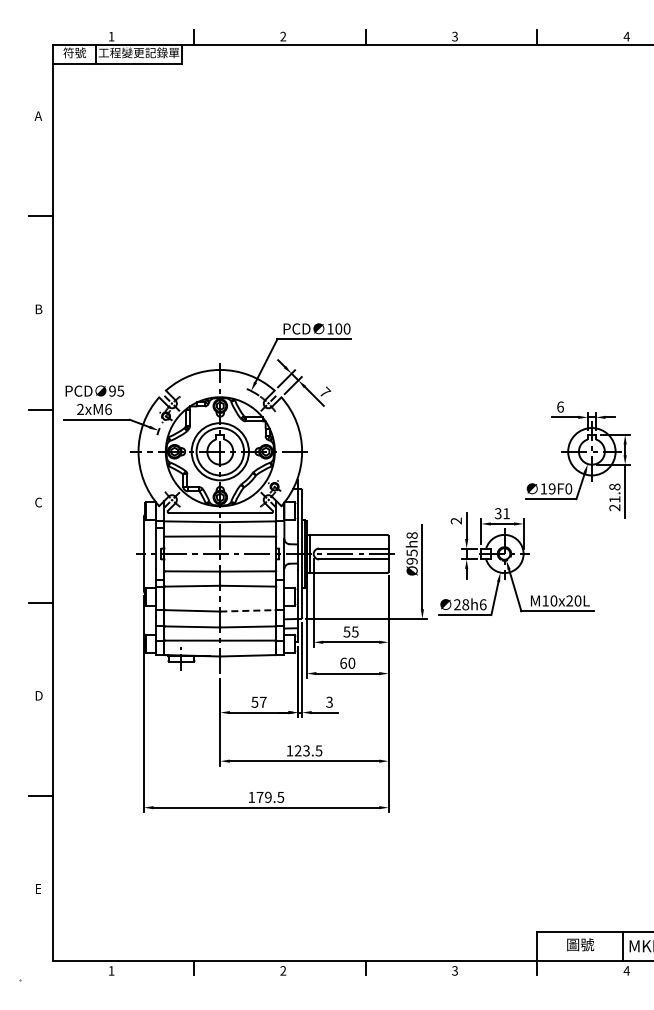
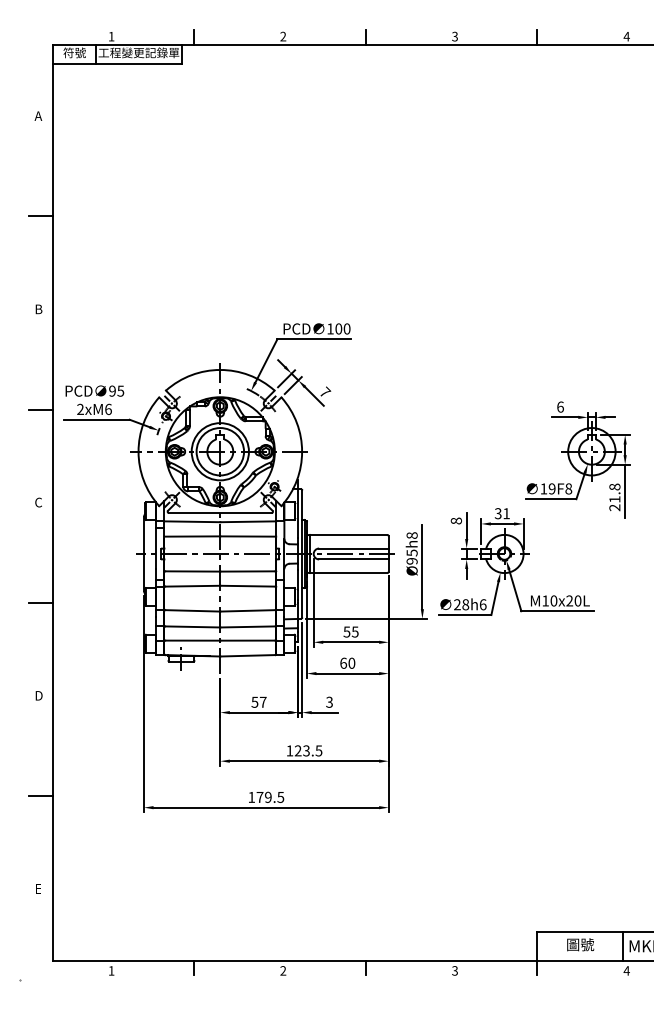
text at (568, 488): 19F0 -> 19F8
text at (456, 520): 2 -> 8
line at (247, 610): dashed -> solid
